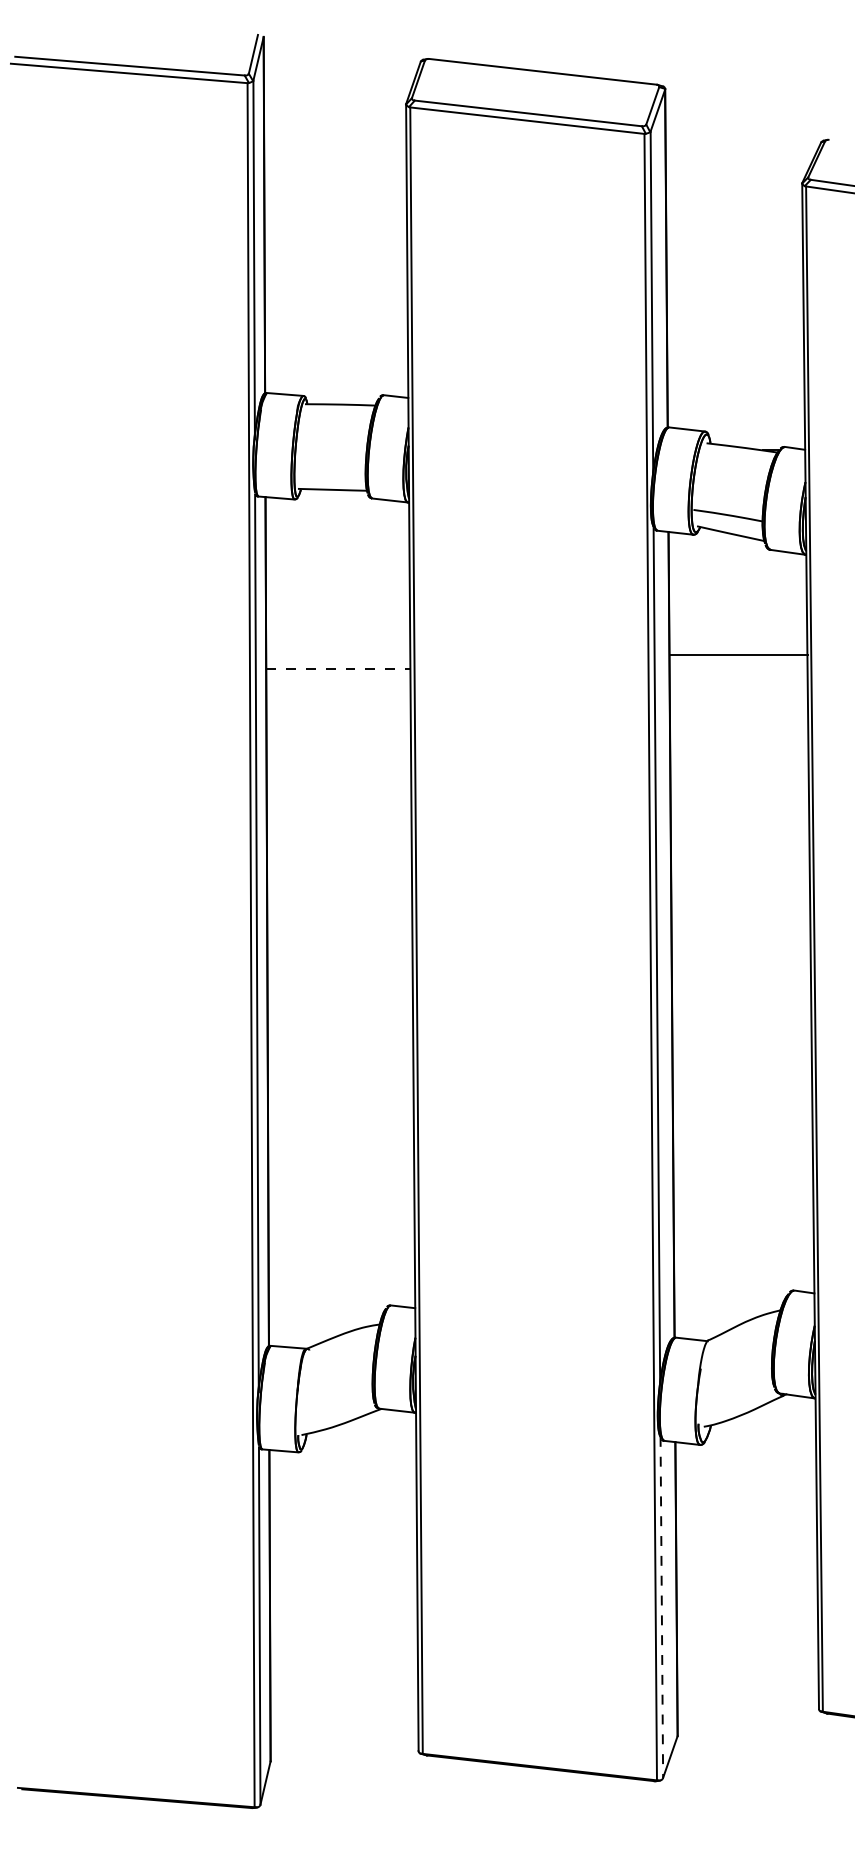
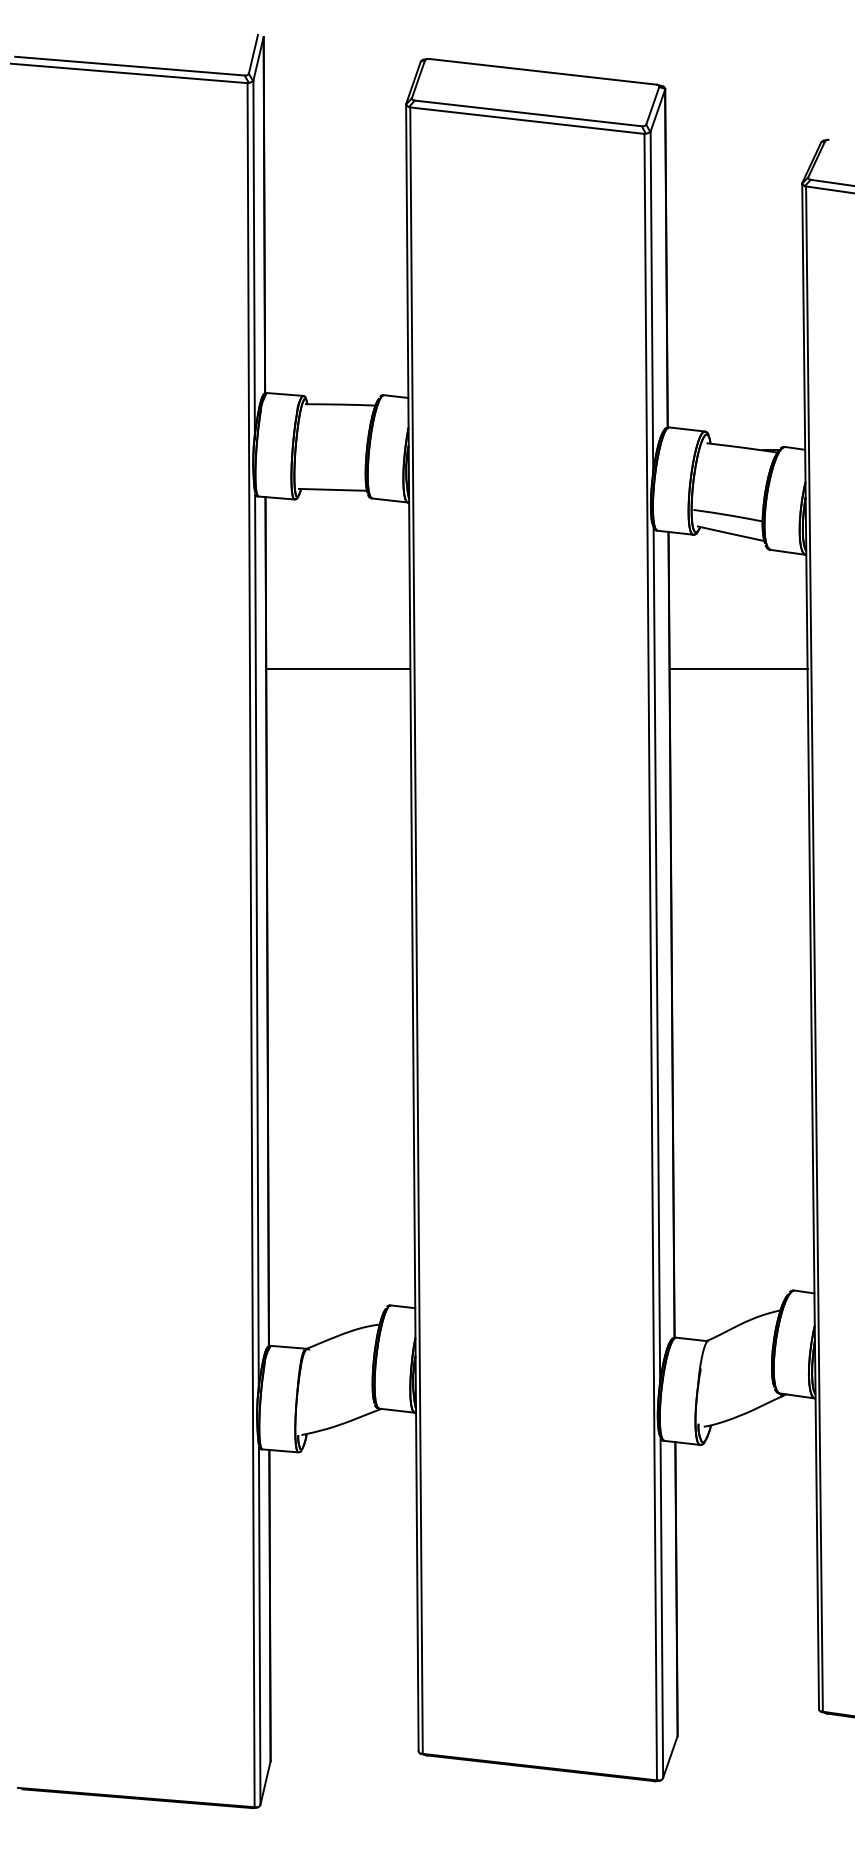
line at (738, 655) position: (738, 655) -> (738, 669)
line at (338, 669): dashed -> solid
line at (661, 1607): dashed -> solid
